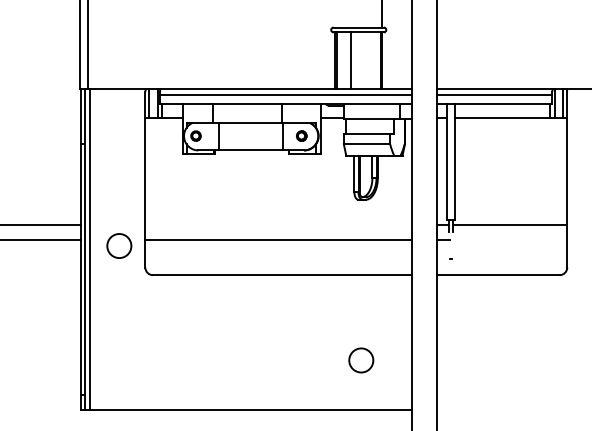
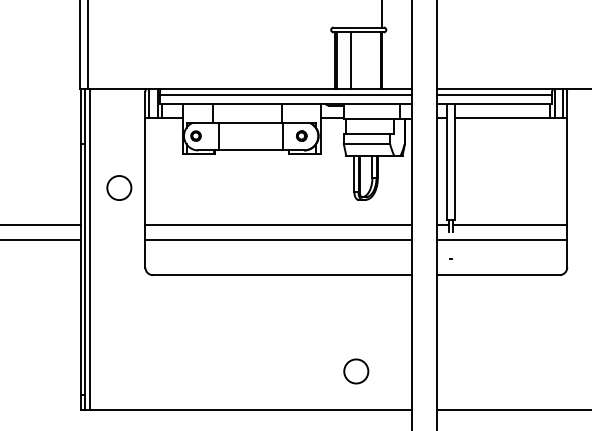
line at (278, 224): none -> present
line at (509, 239): none -> present
circle at (119, 245) position: (119, 245) -> (119, 187)
circle at (361, 360) position: (361, 360) -> (356, 371)
line at (512, 410): none -> present
